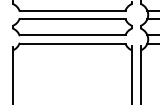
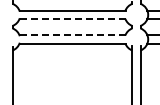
line at (72, 19): solid -> dashed
line at (72, 35): solid -> dashed
